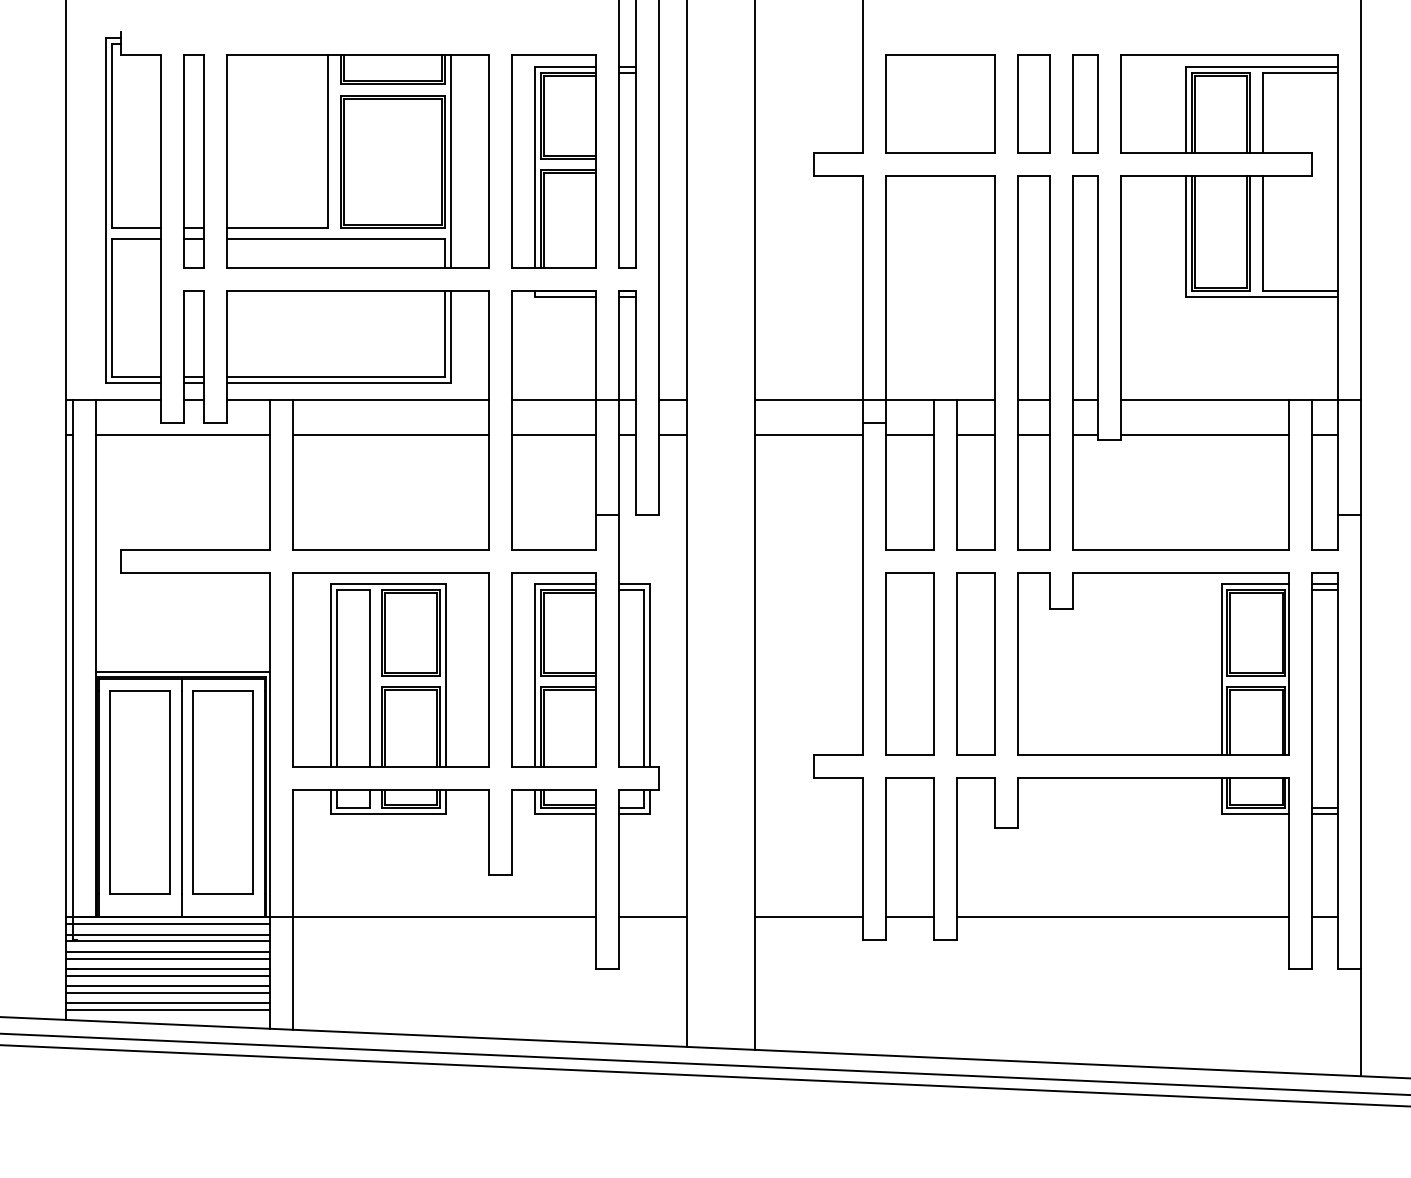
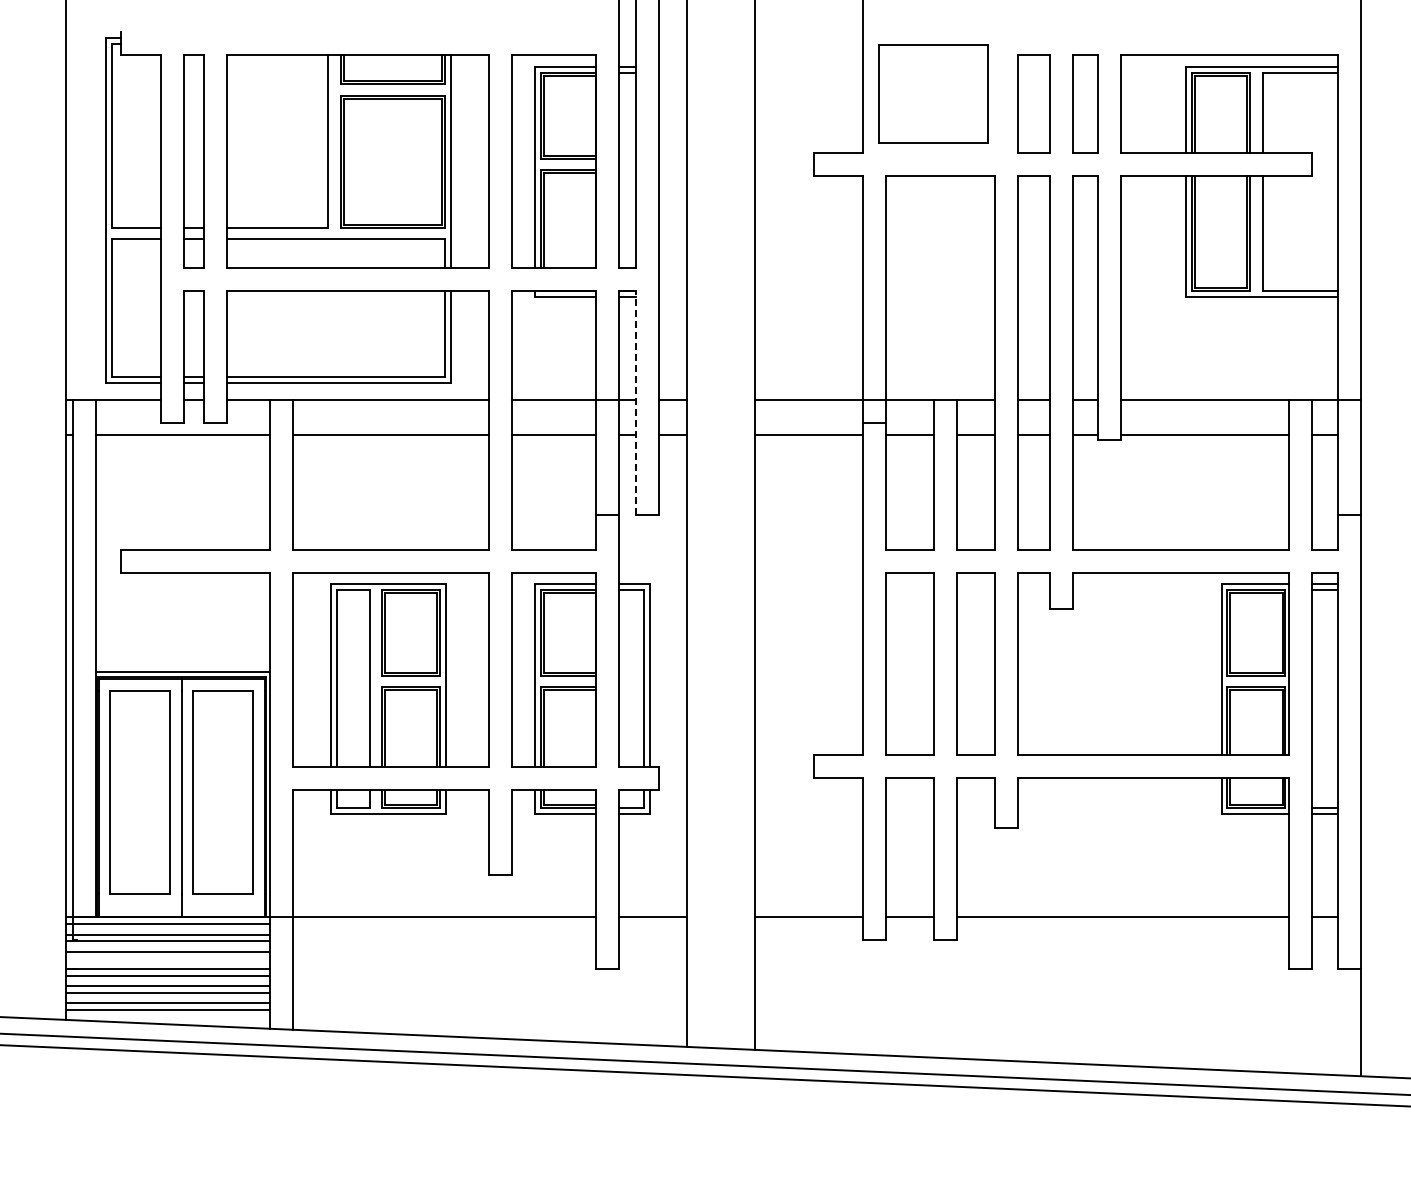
part at (940, 103) position: (940, 103) -> (933, 93)
line at (636, 402): solid -> dashed
line at (167, 958): present -> none
